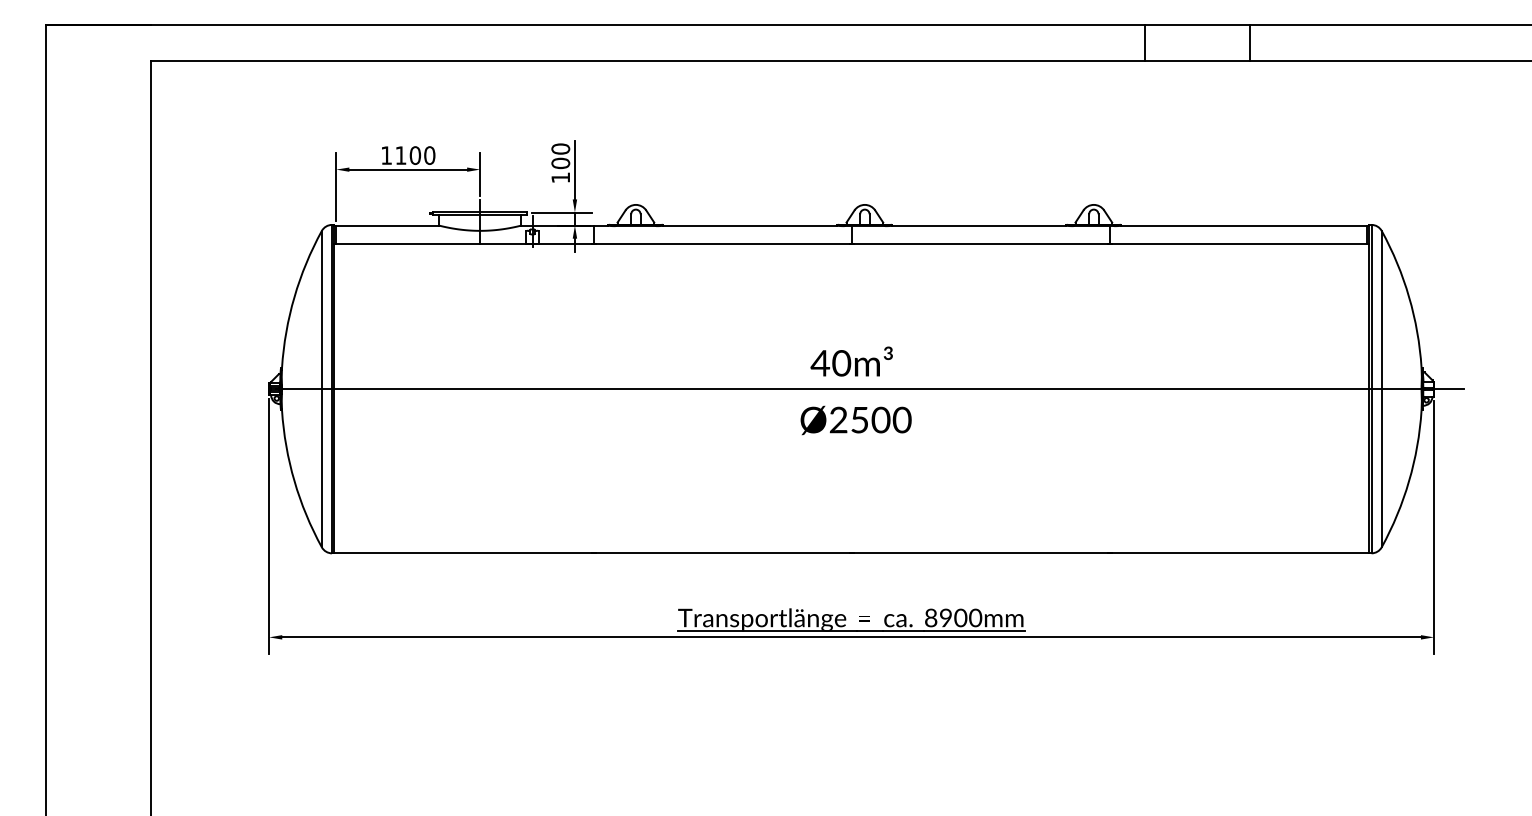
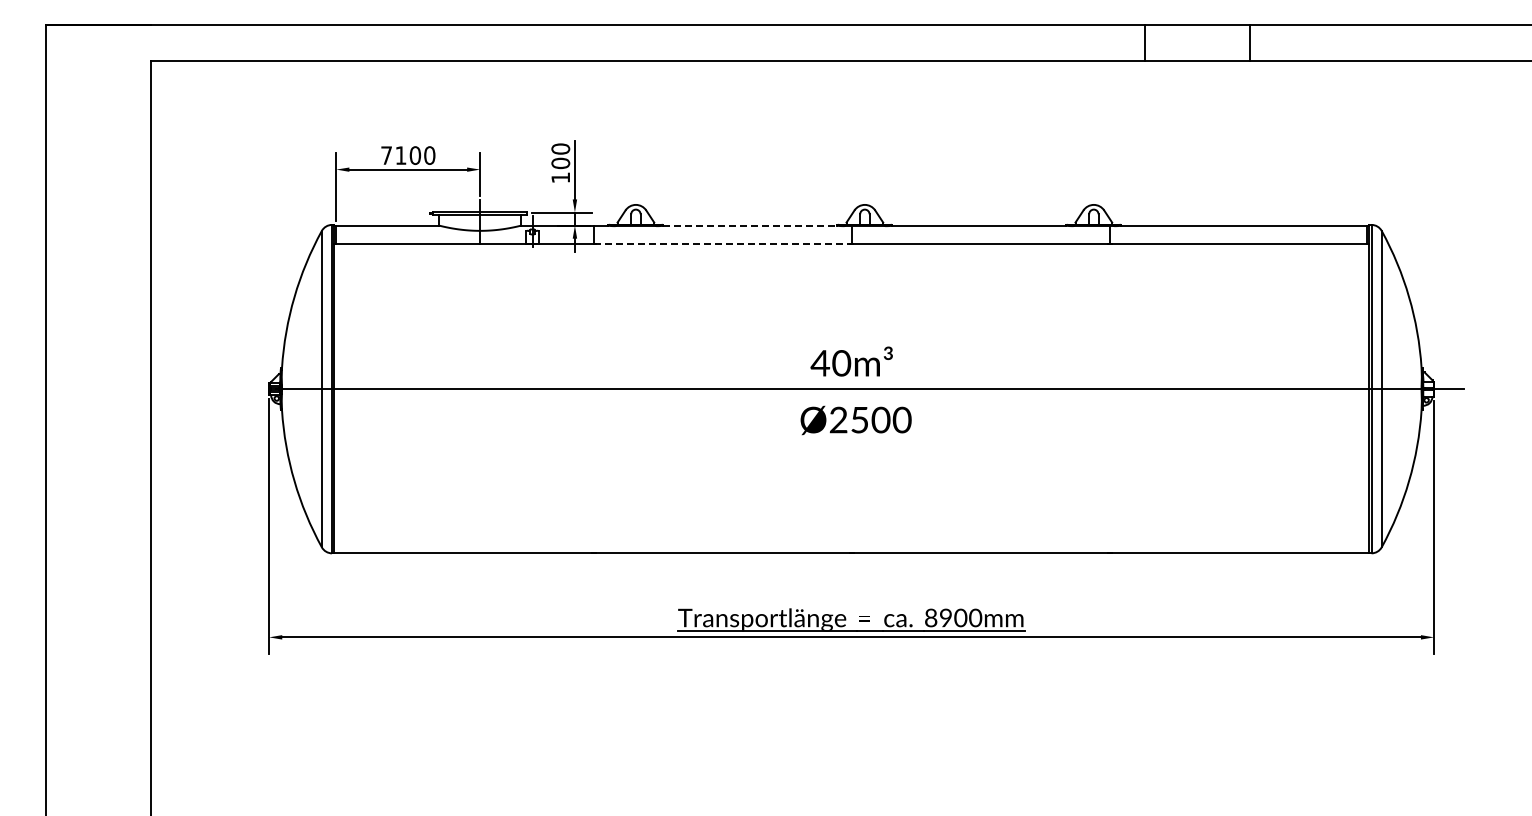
text at (386, 155): 1100 -> 7100
line at (750, 225): solid -> dashed
line at (722, 243): solid -> dashed
